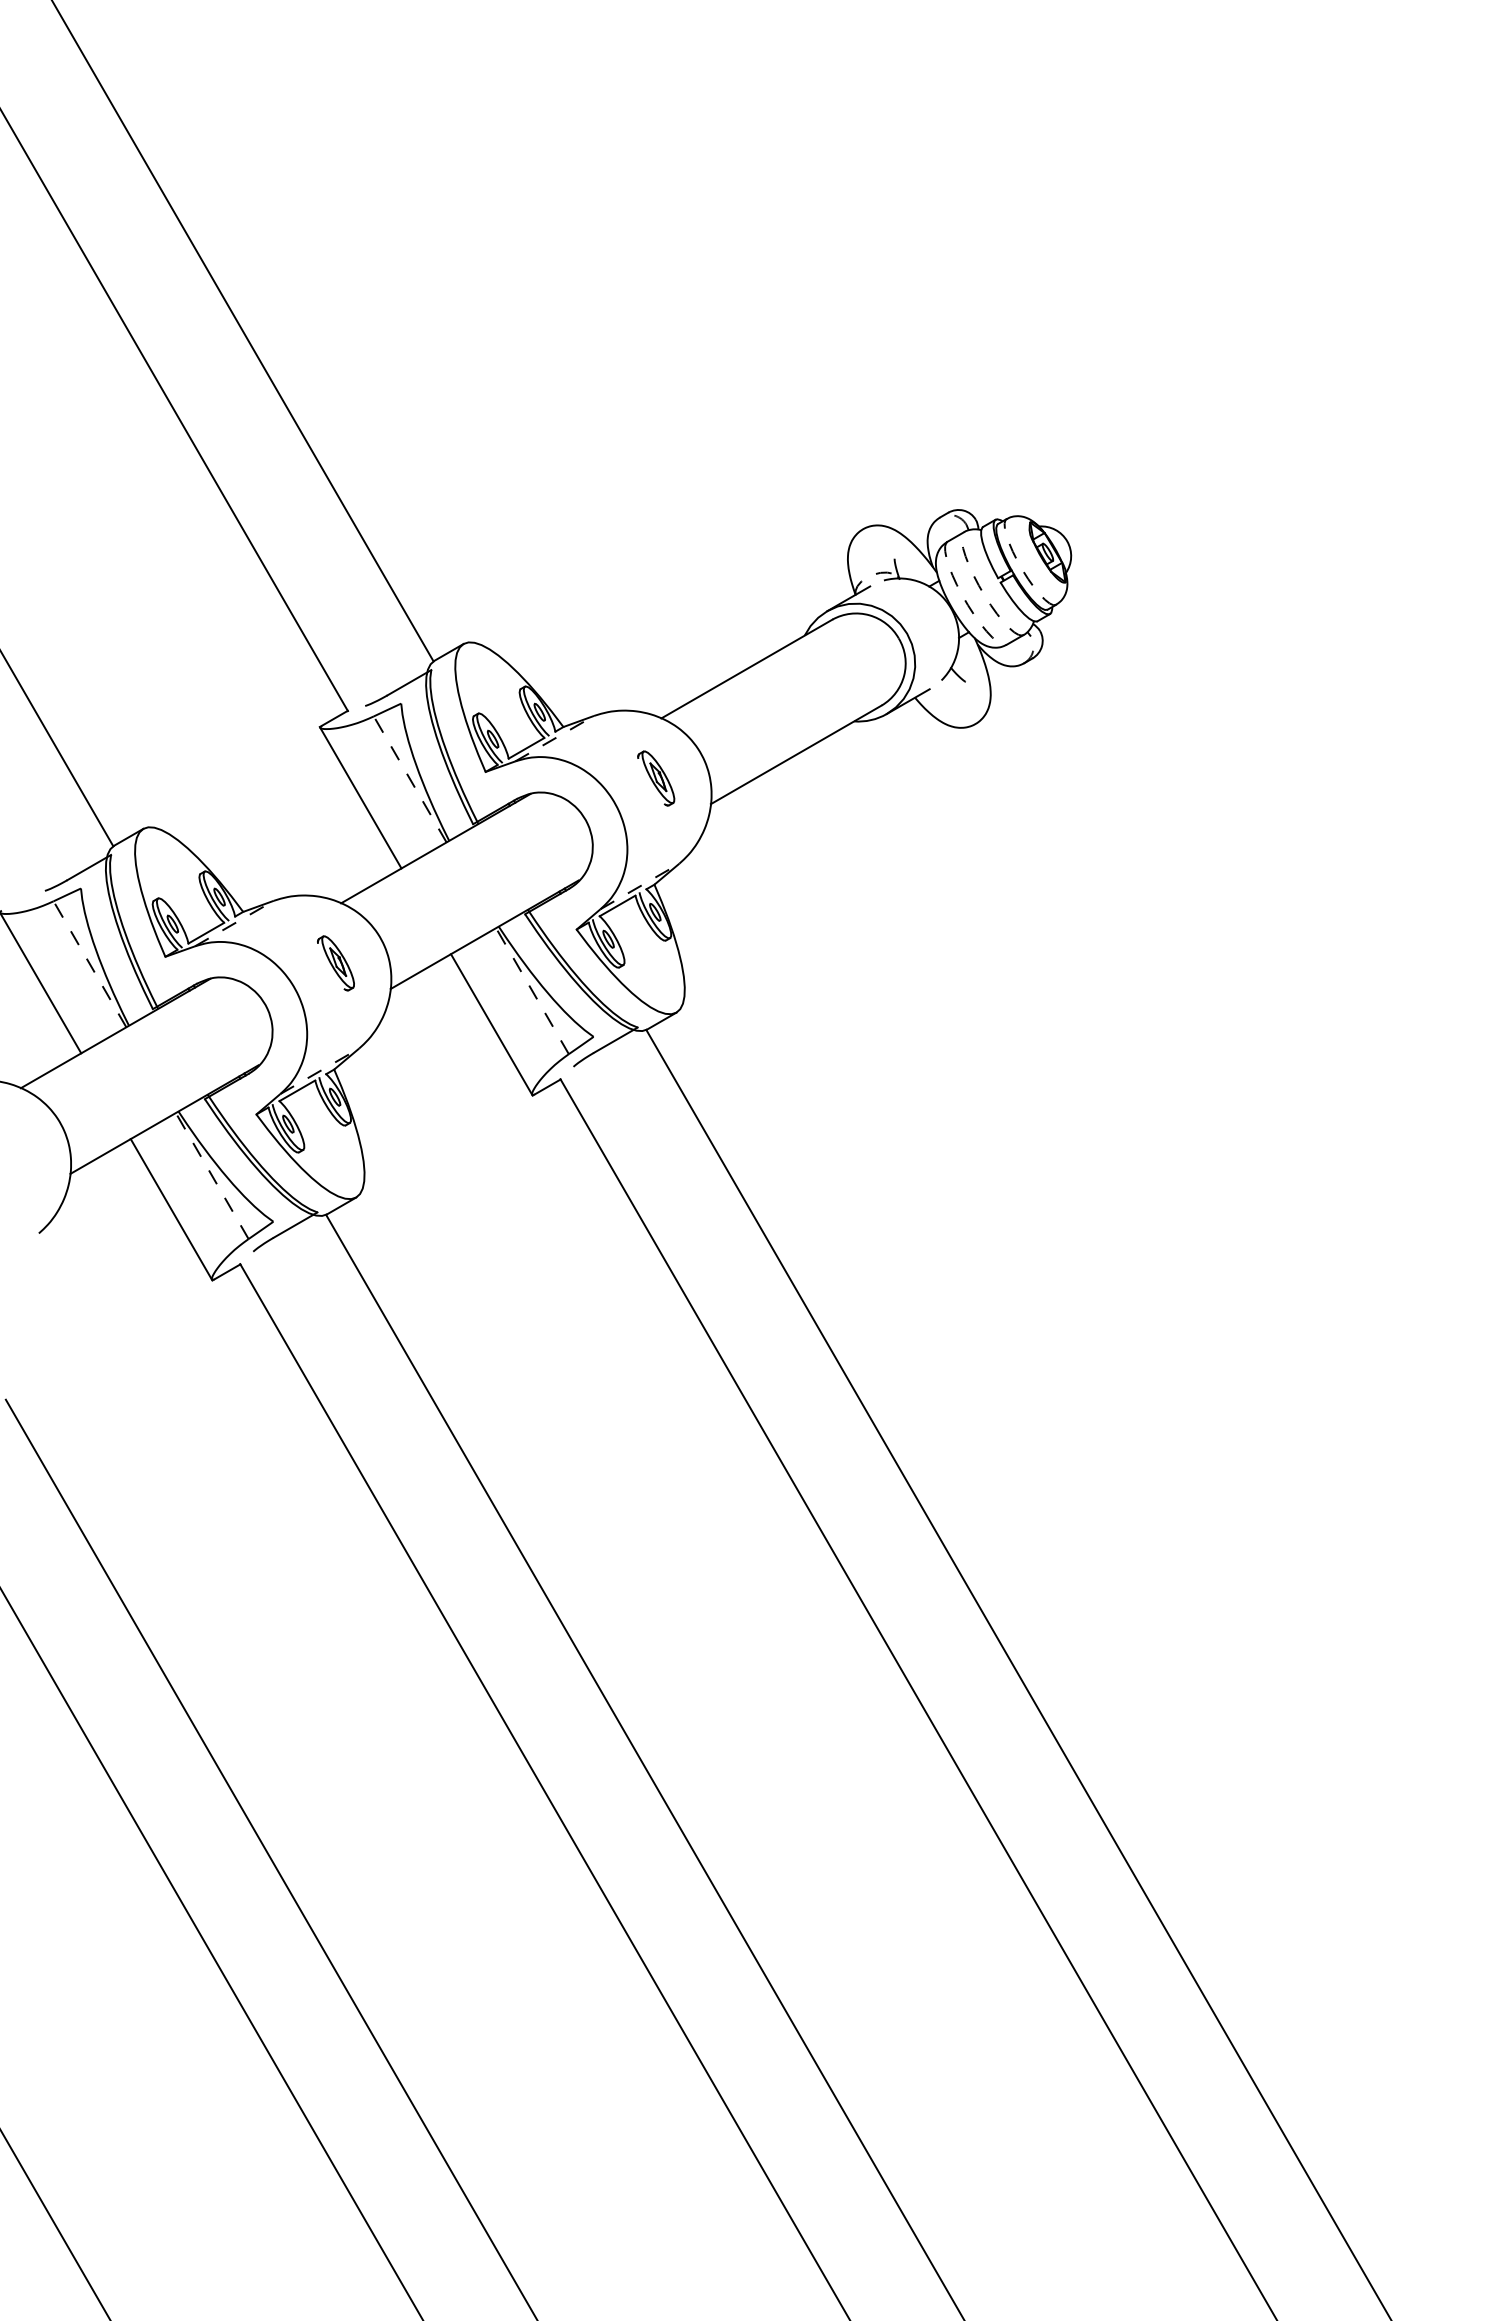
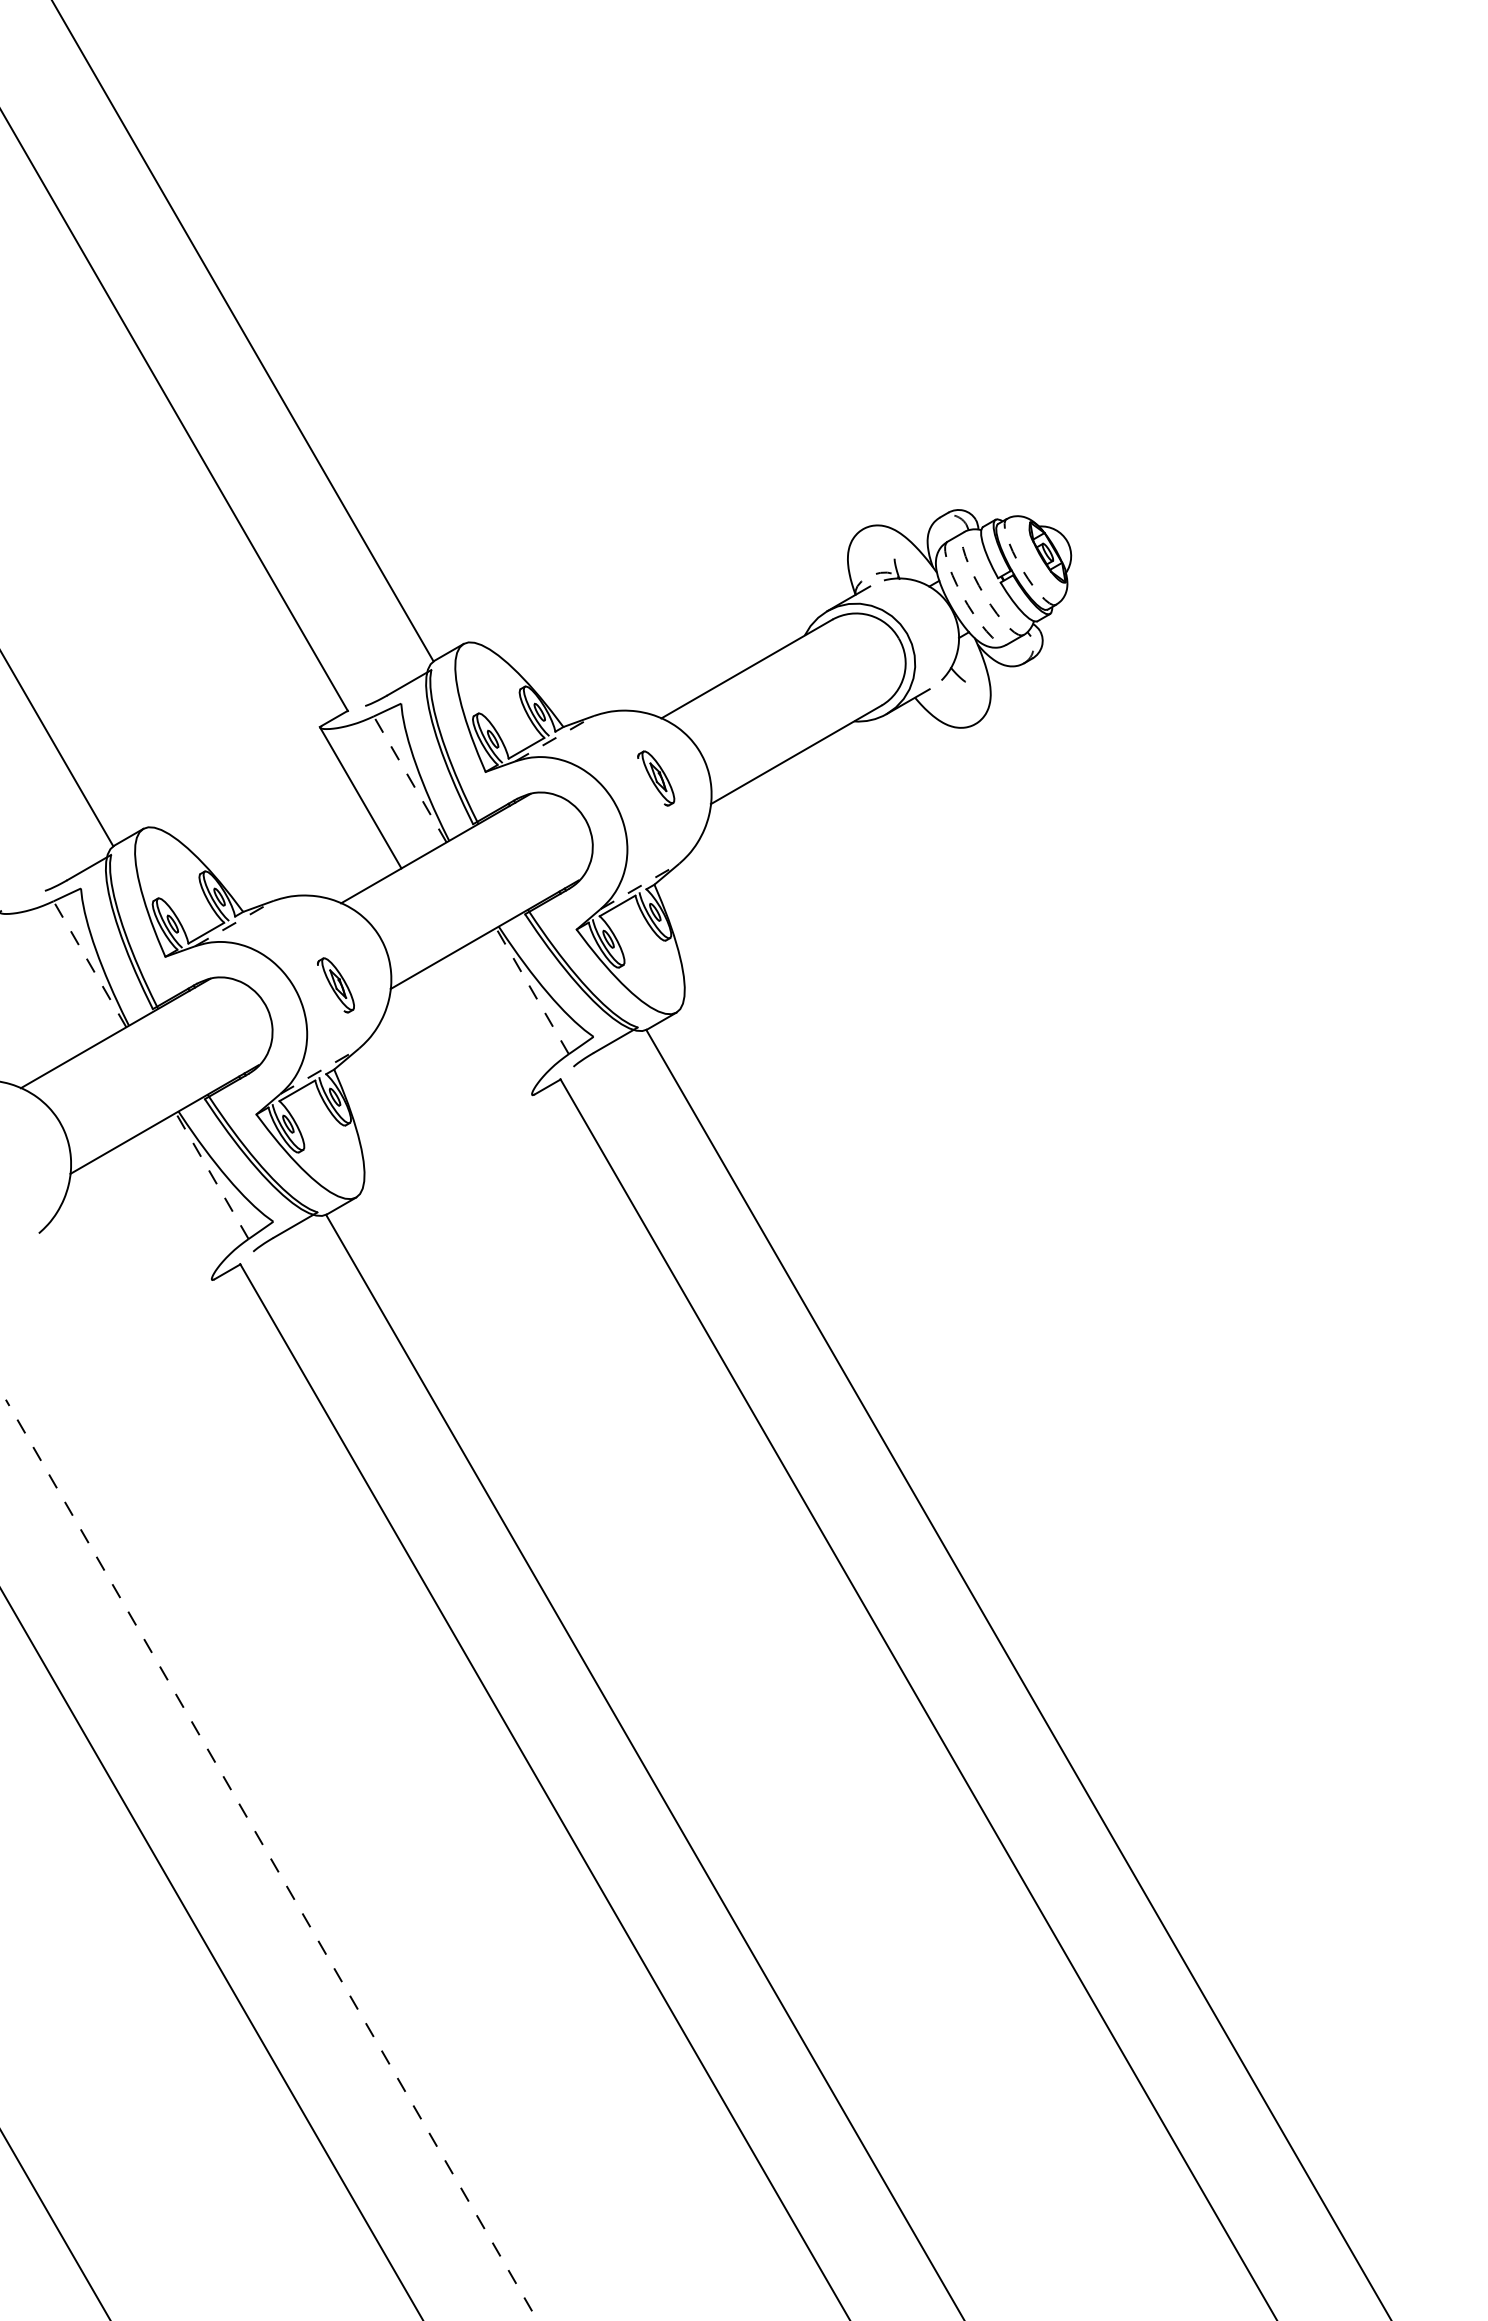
part at (335, 963) position: (335, 963) -> (335, 985)
line at (41, 984): present -> none
line at (491, 1024): present -> none
line at (171, 1209): present -> none
line at (271, 1860): solid -> dashed
